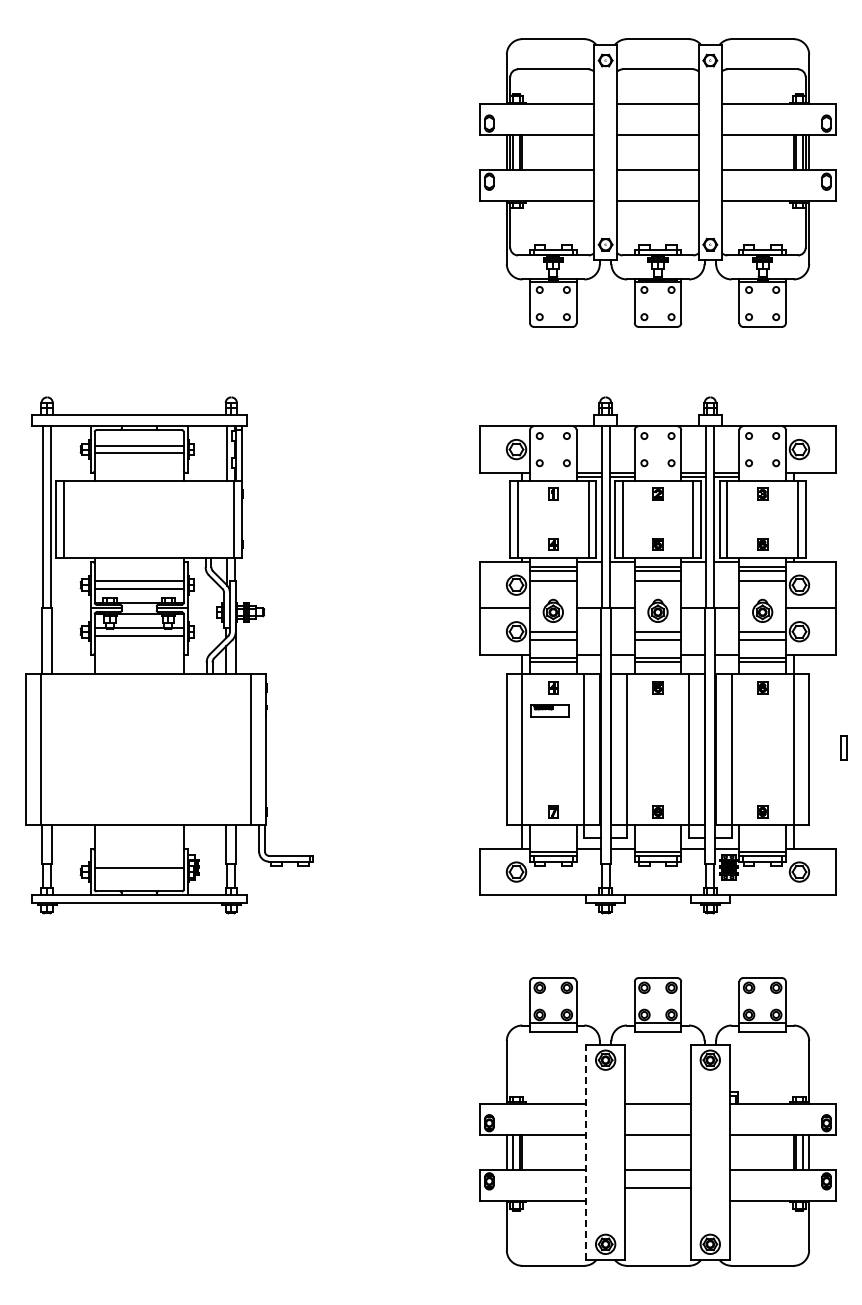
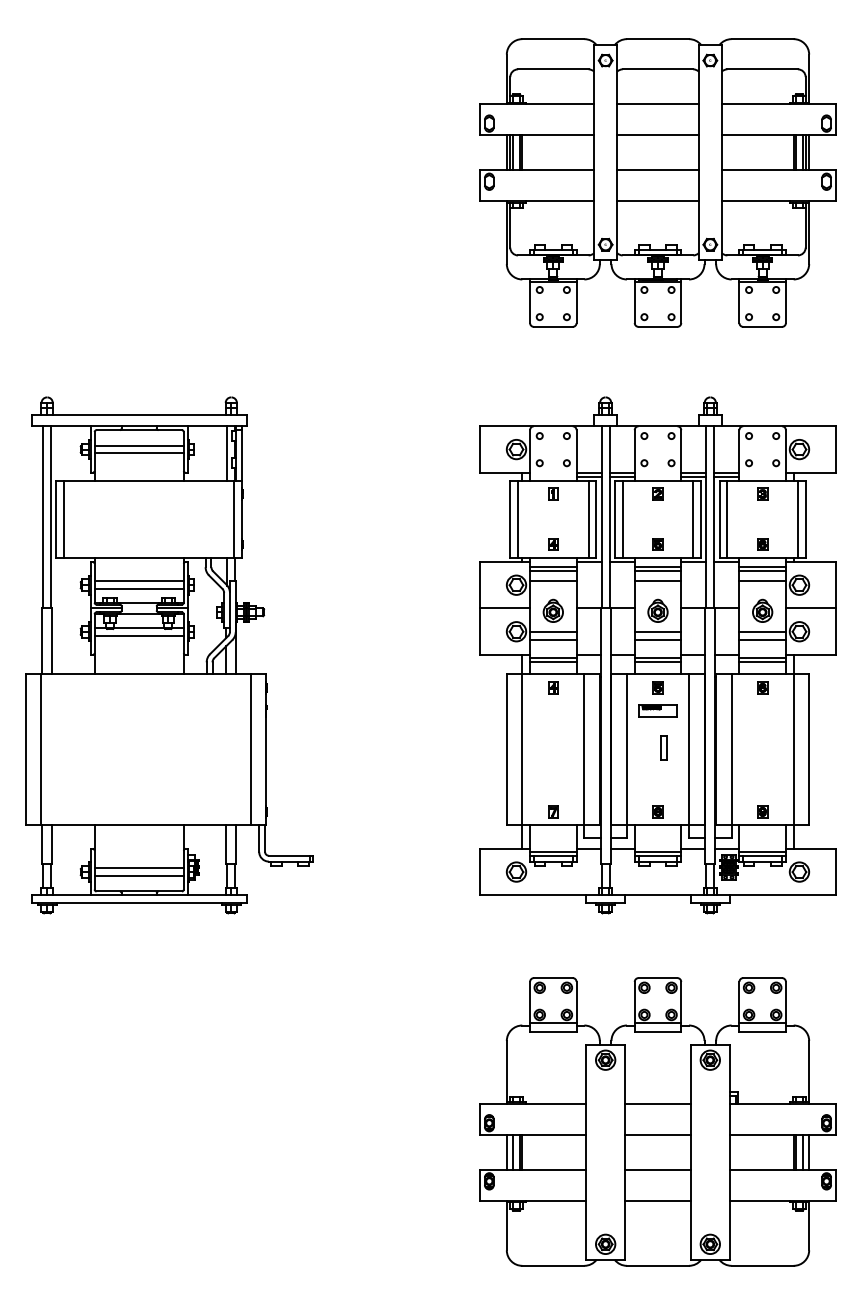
part at (549, 710) position: (549, 710) -> (657, 710)
part at (843, 747) position: (843, 747) -> (663, 747)
line at (138, 875): none -> present
line at (586, 1152): dashed -> solid
line at (657, 1187) position: (657, 1187) -> (657, 1200)
